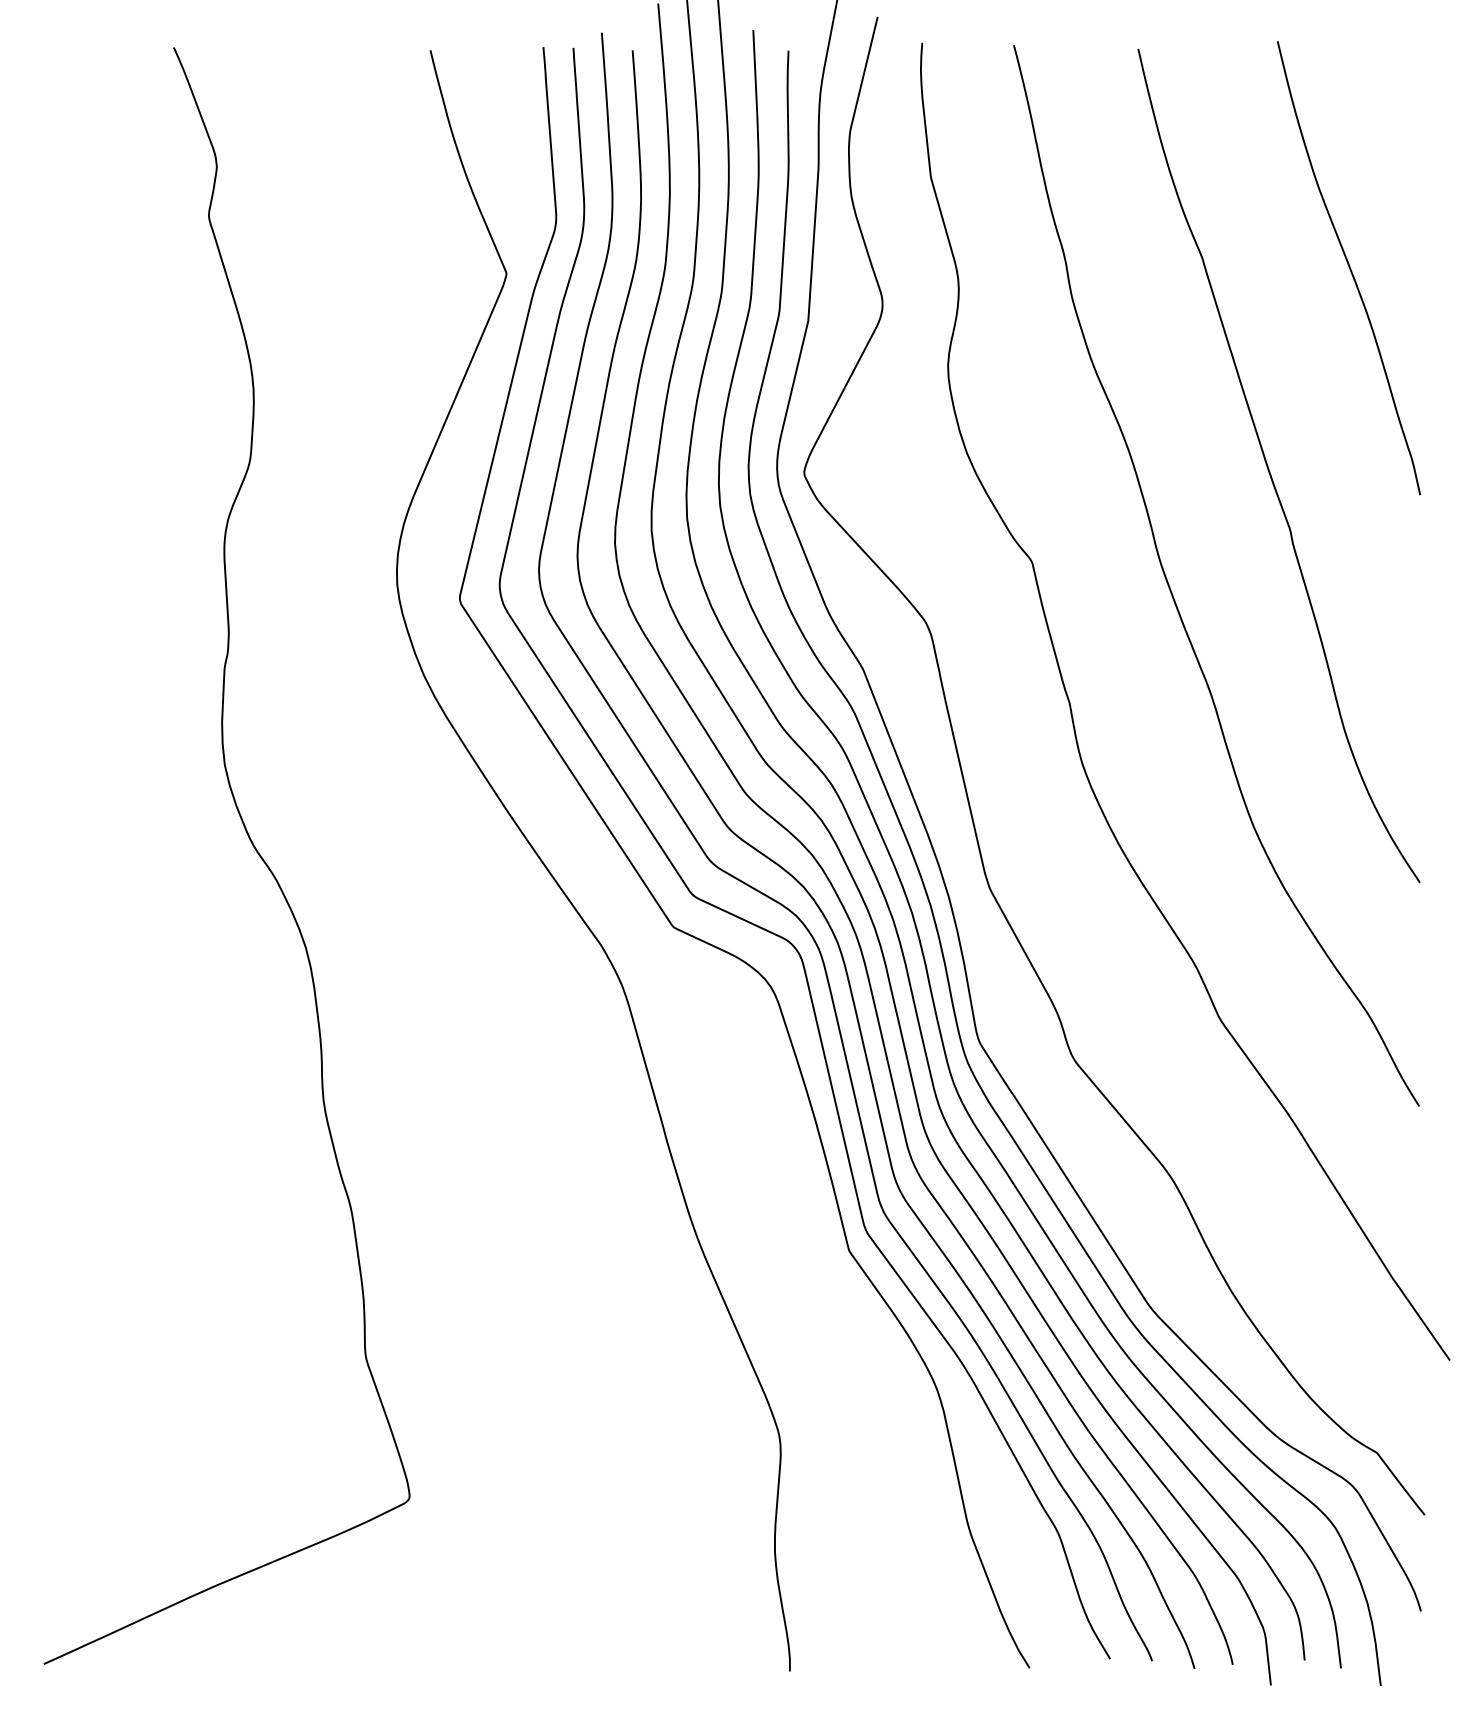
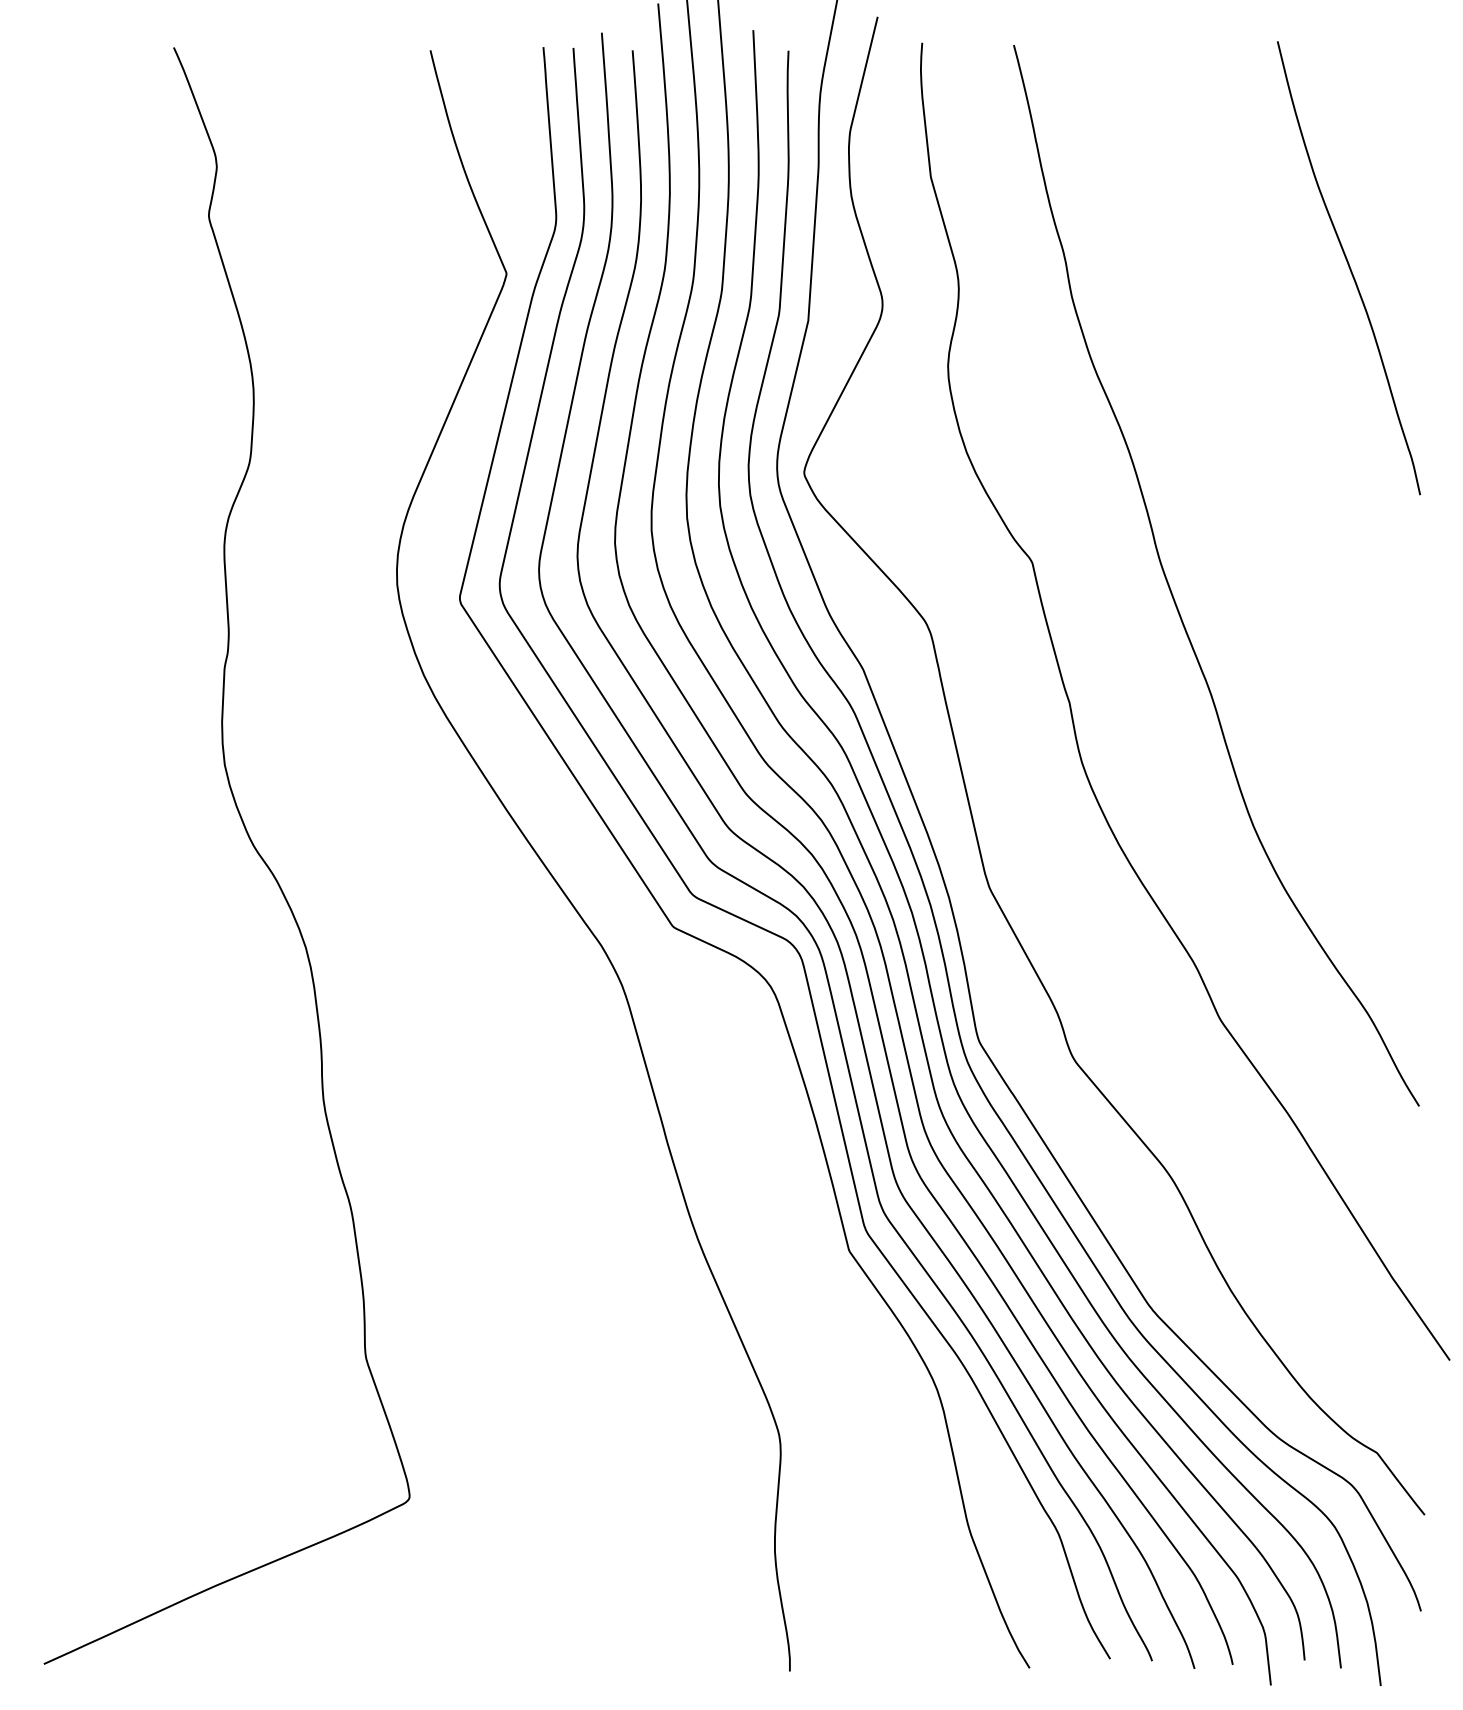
curve at (1269, 468): present -> none
